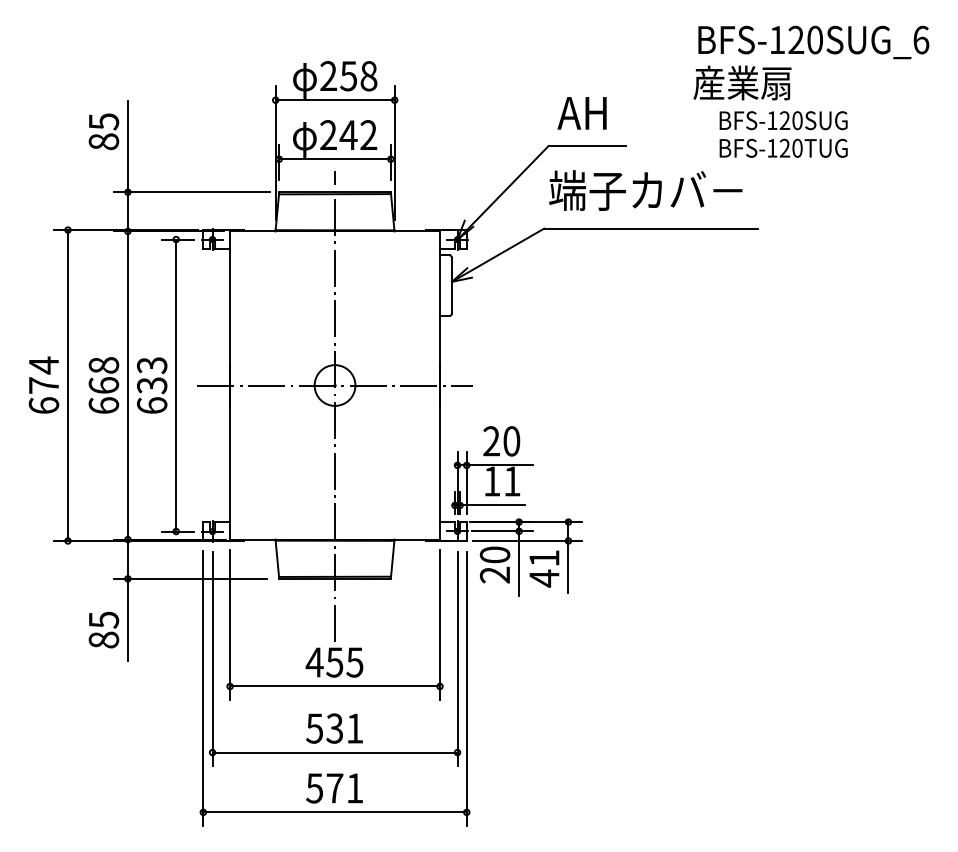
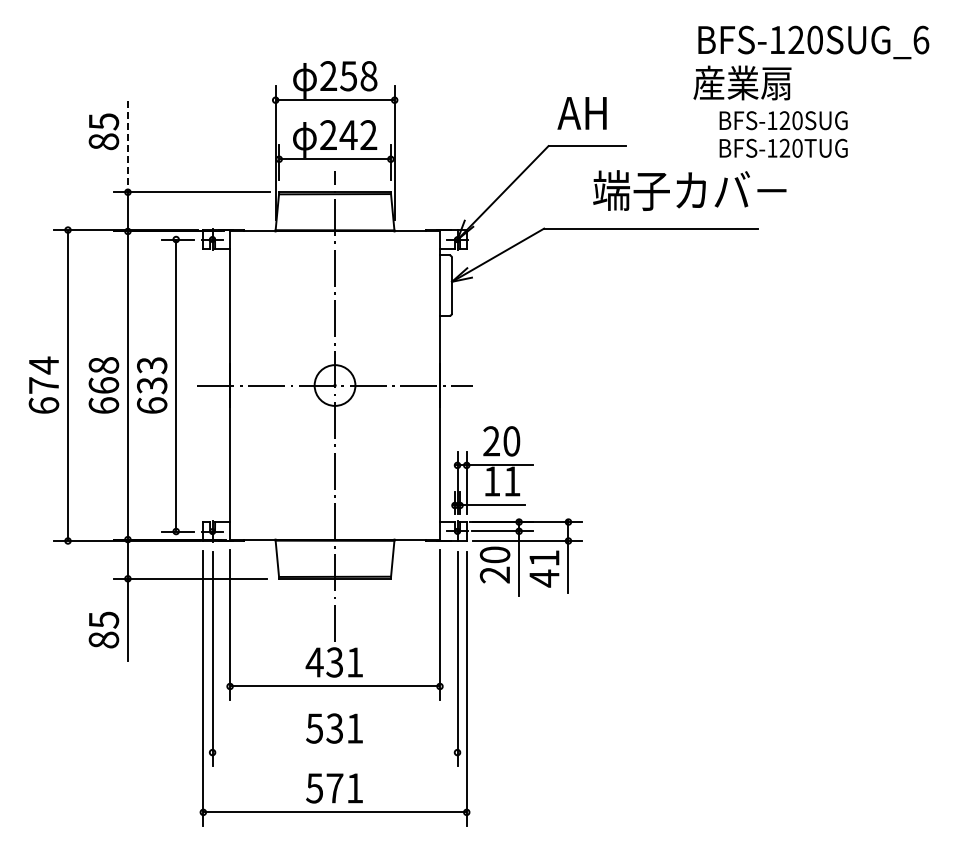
line at (127, 146): solid -> dashed
text at (645, 190) position: (645, 190) -> (689, 190)
text at (344, 662): 455 -> 431
line at (334, 752): present -> none
